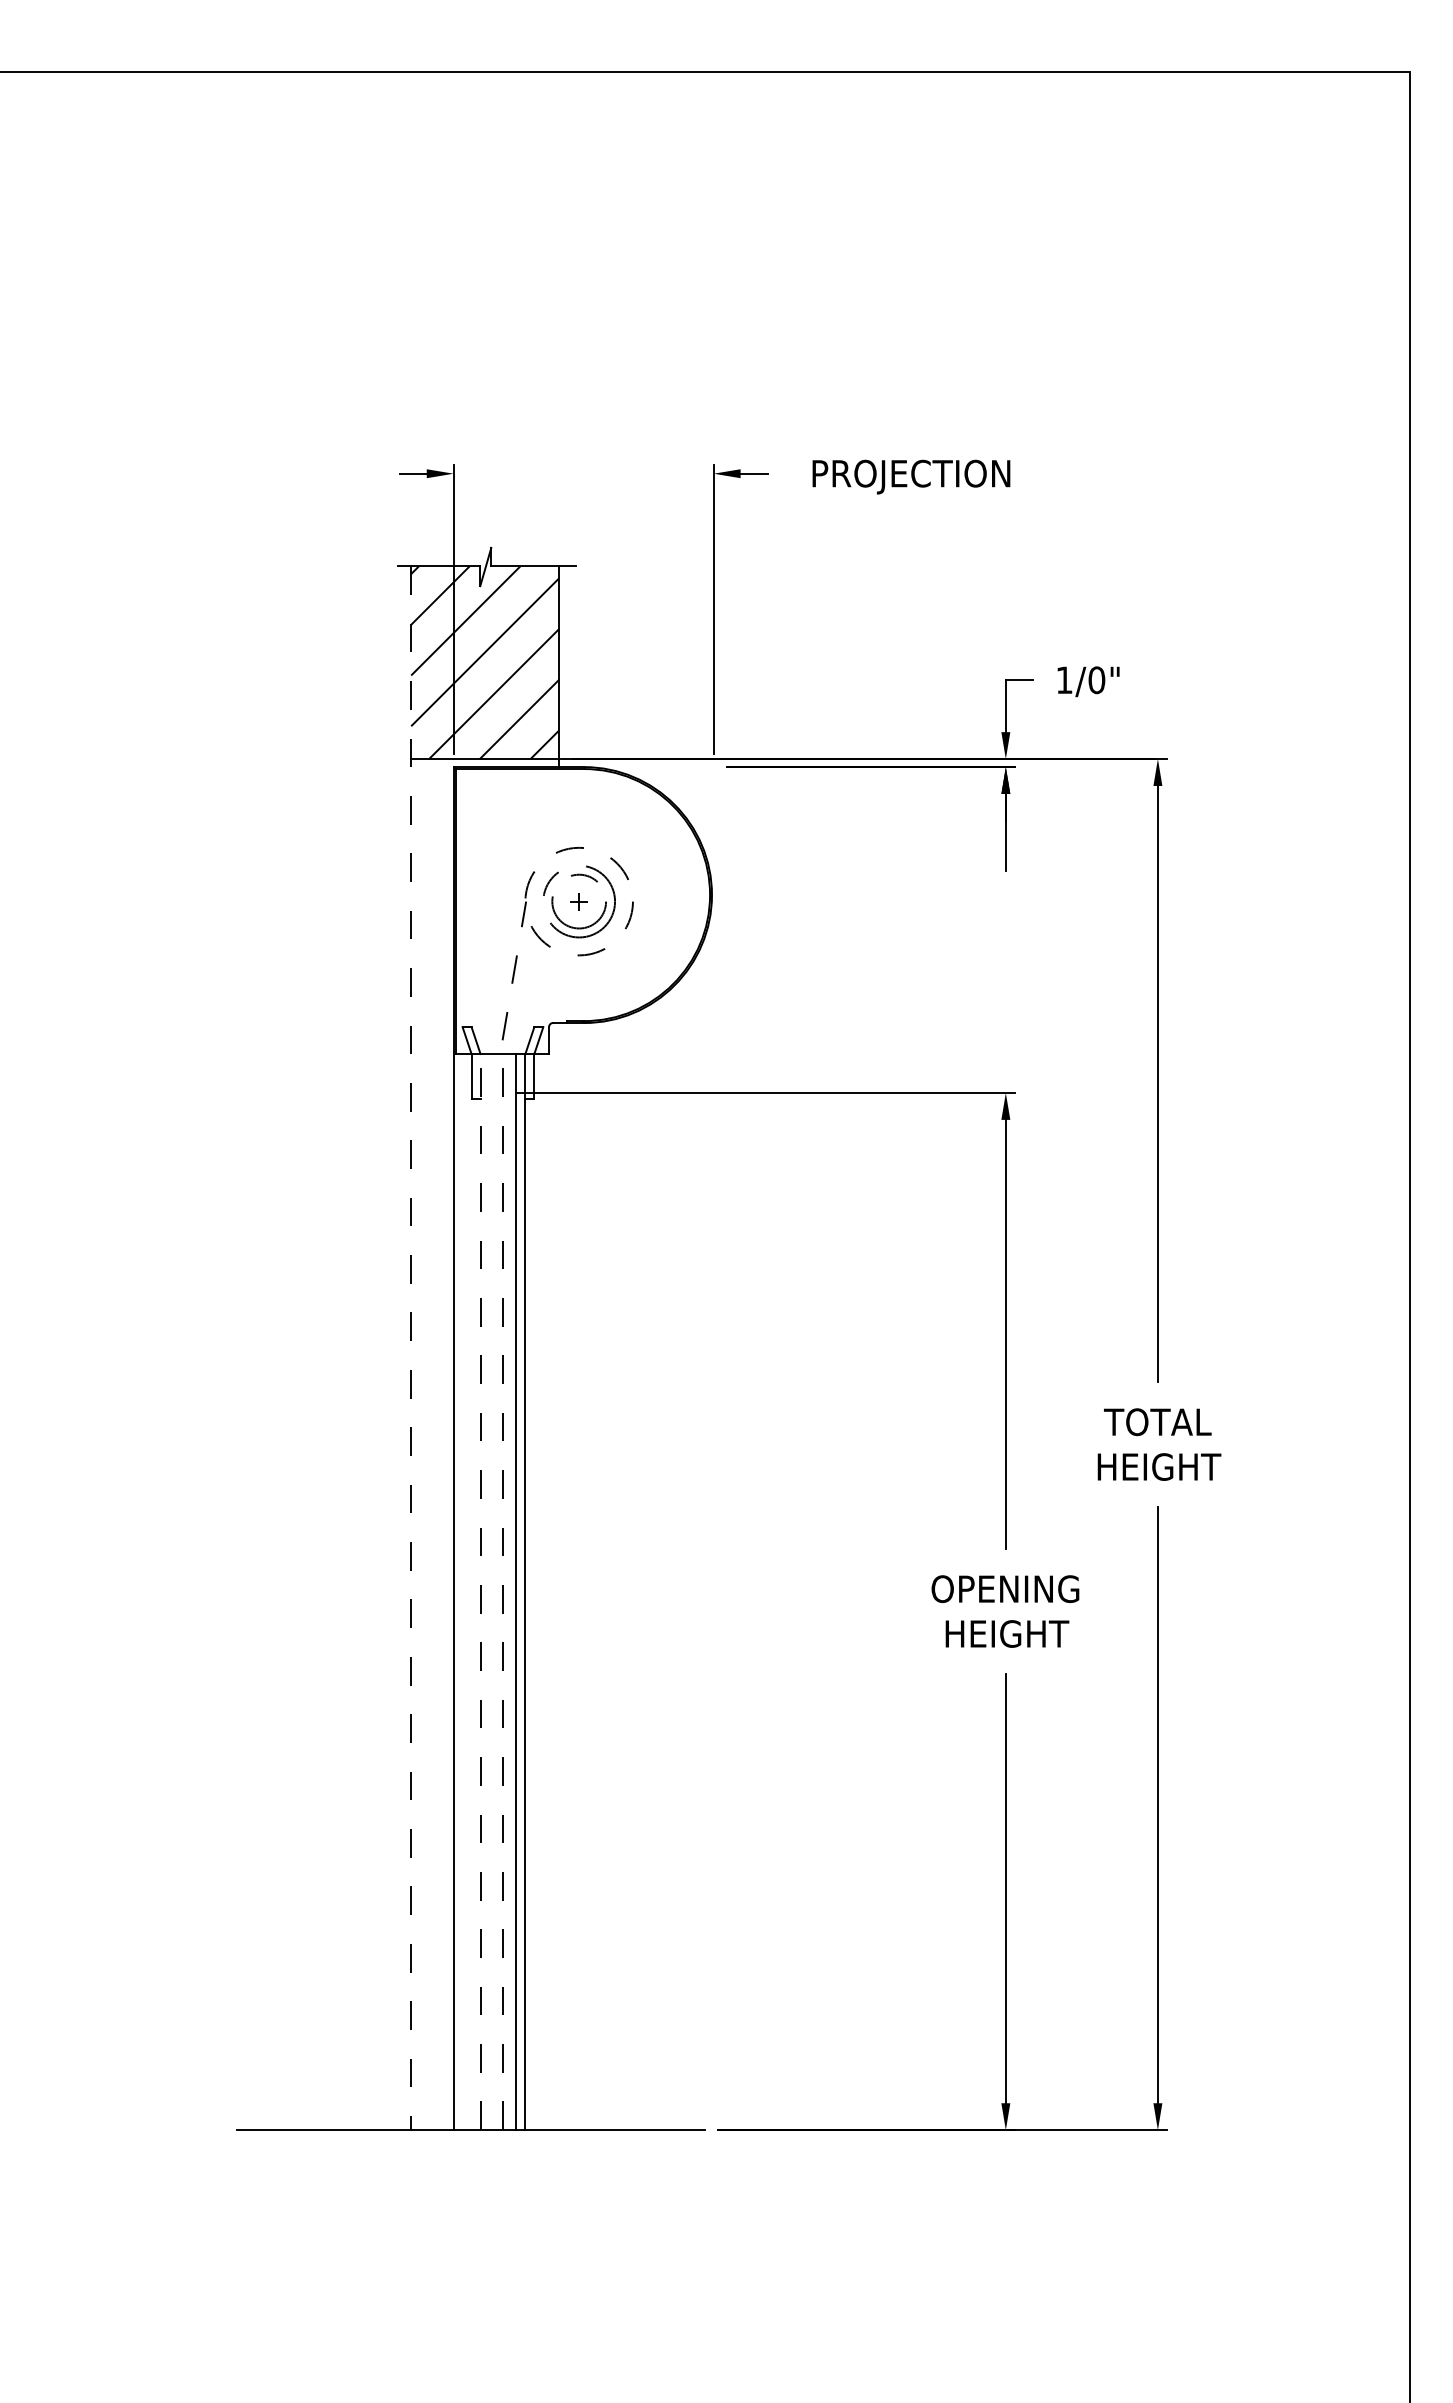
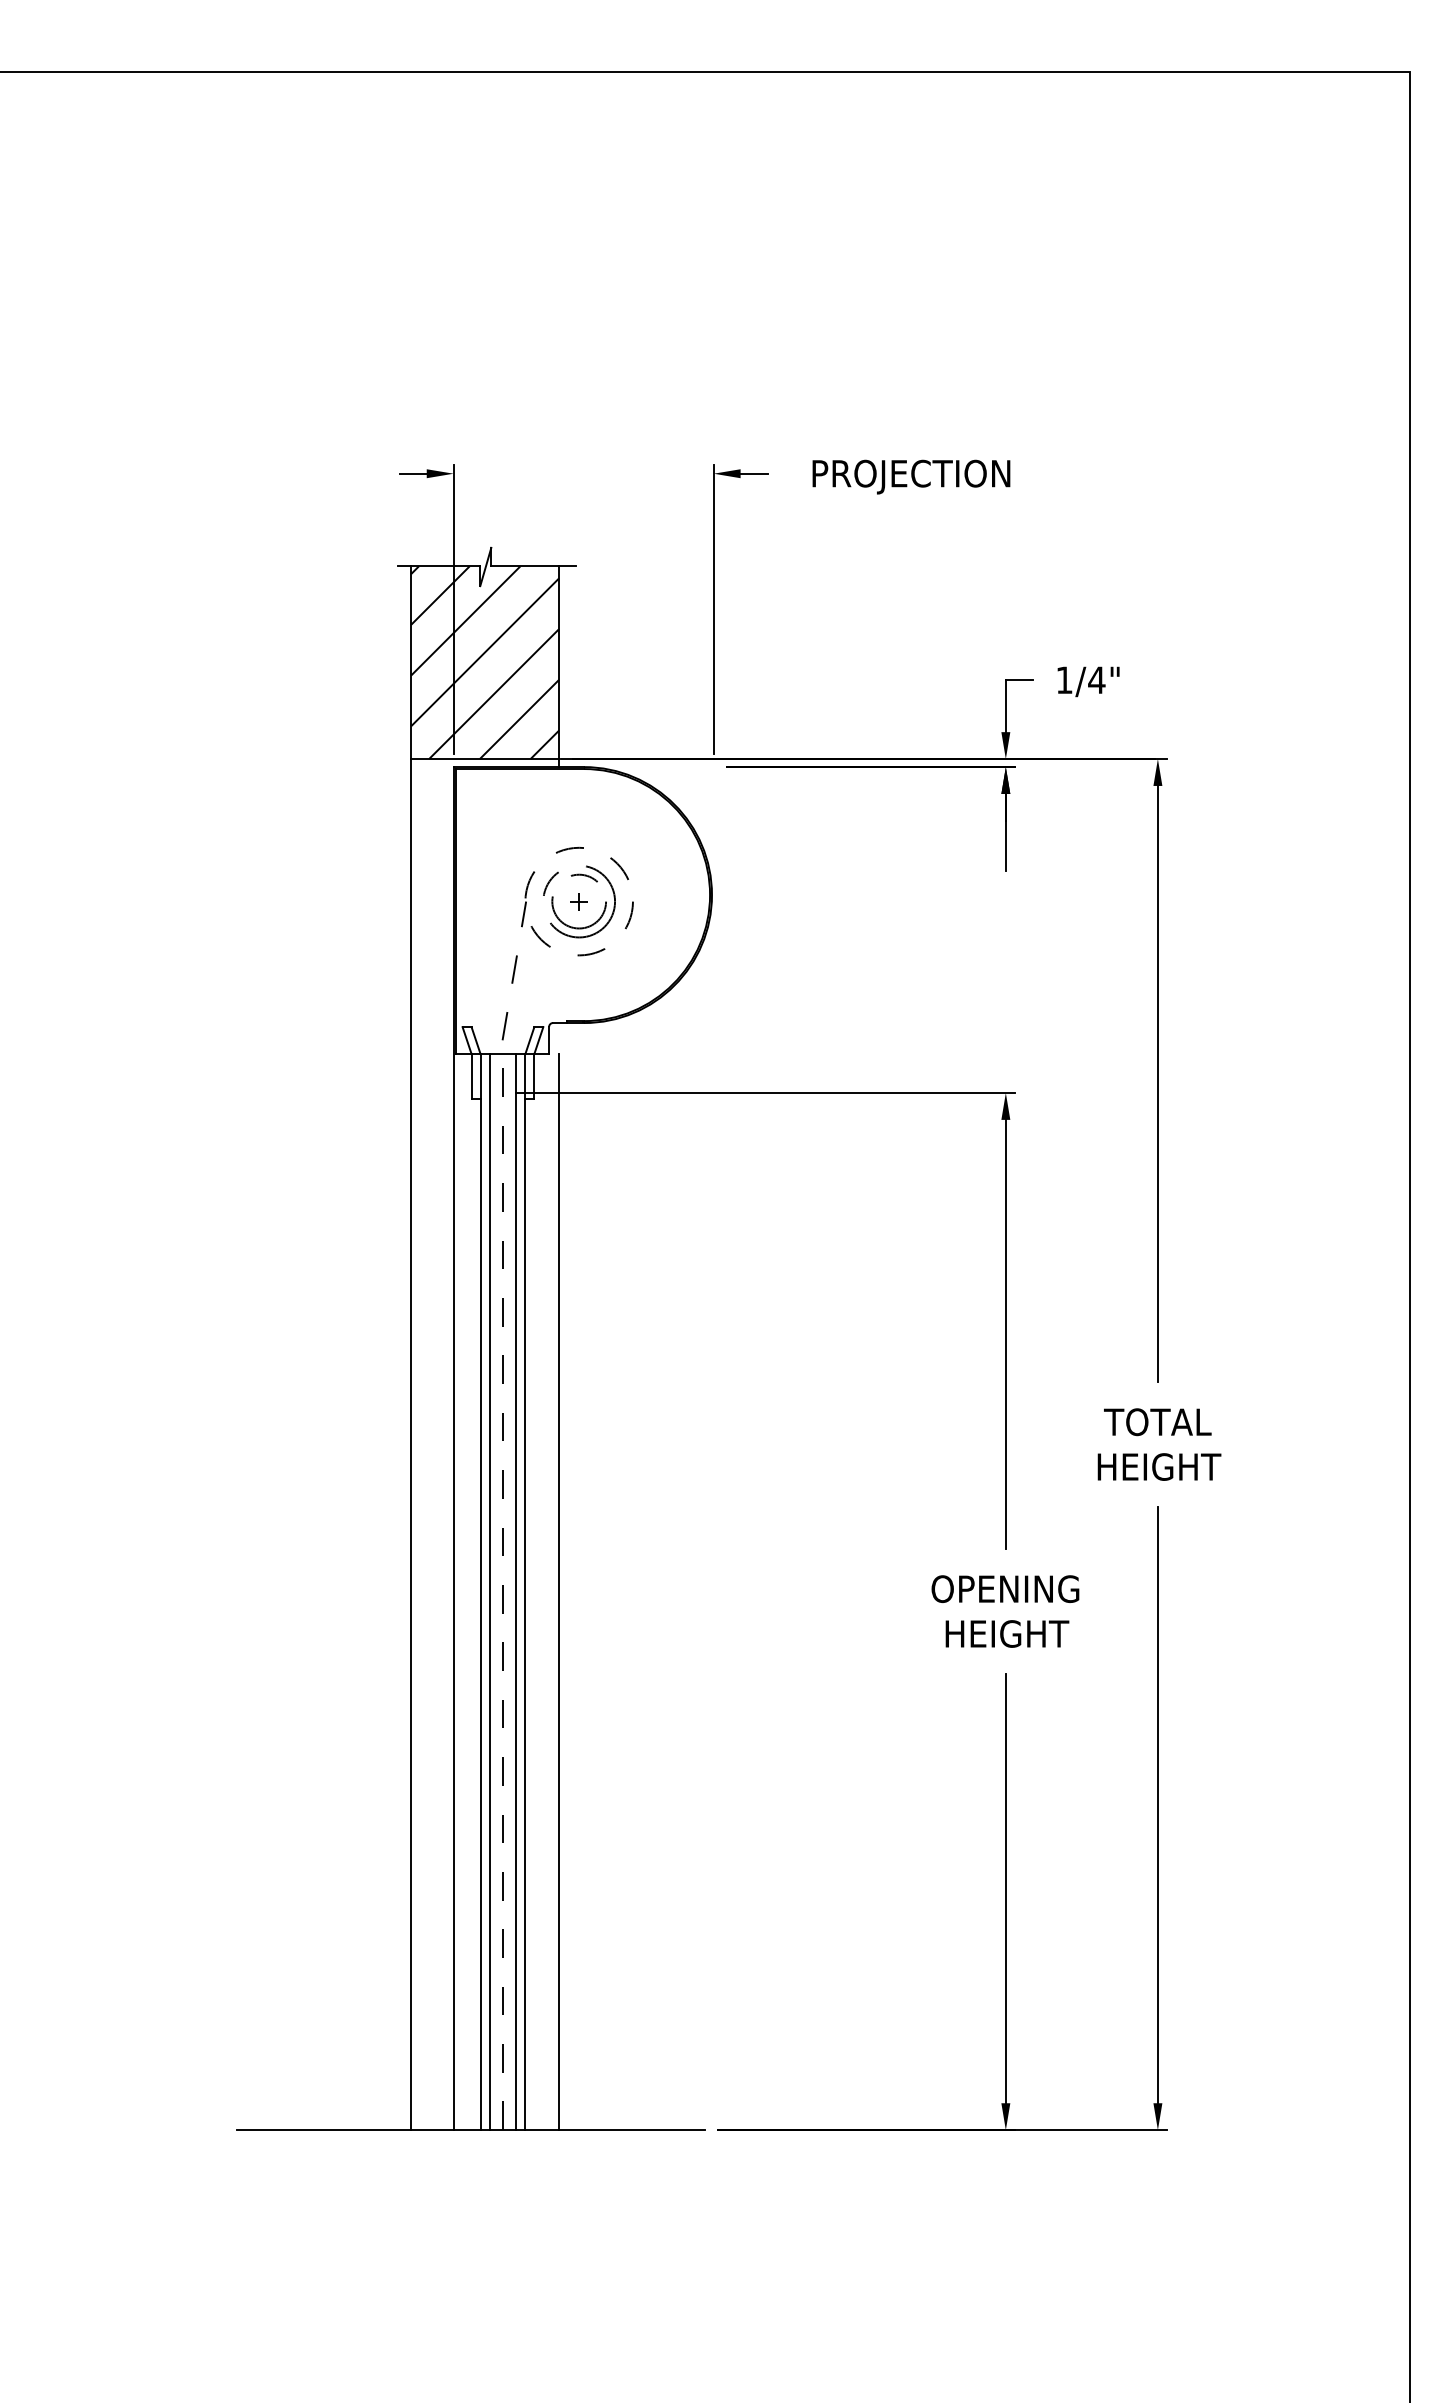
text at (1096, 680): 1/0" -> 1/4"
line at (411, 1348): dashed -> solid
line at (480, 1591): dashed -> solid
line at (489, 1592): none -> present
line at (559, 1592): none -> present
